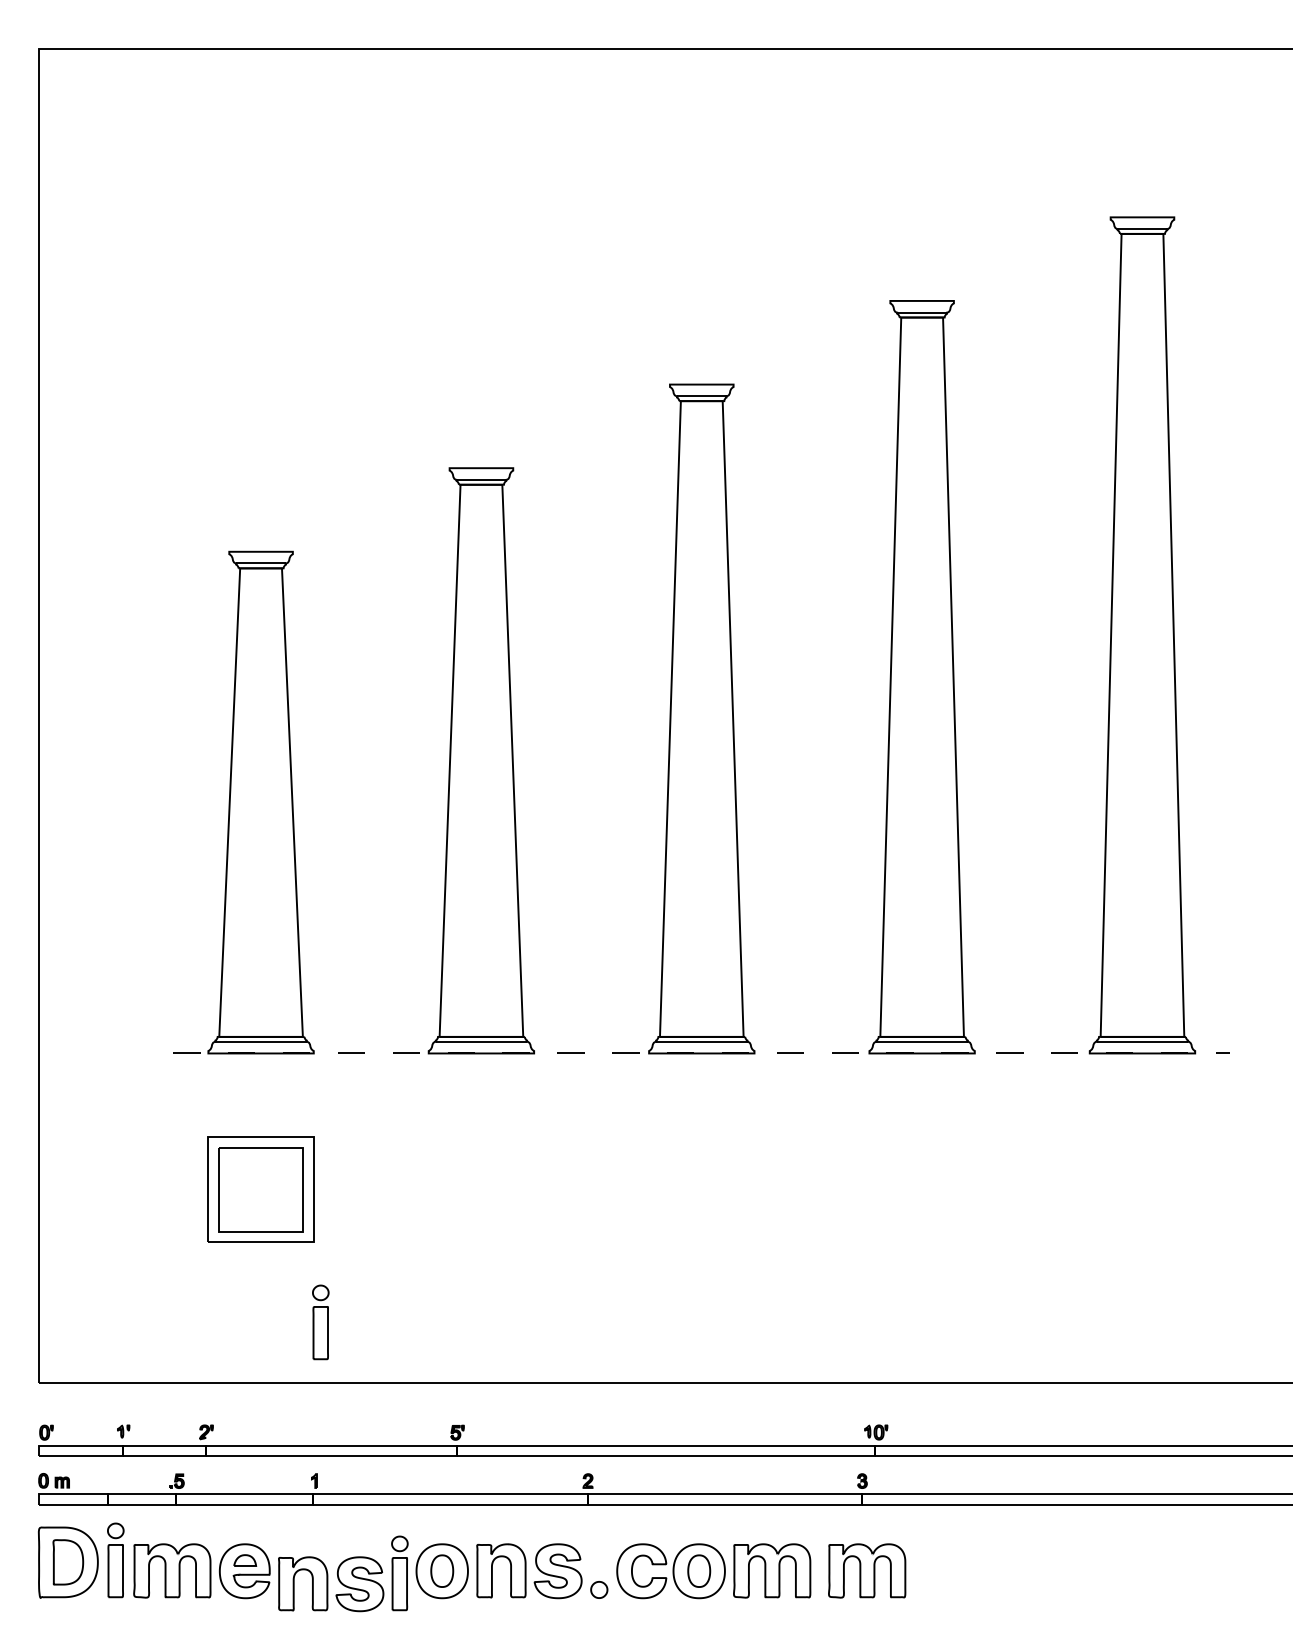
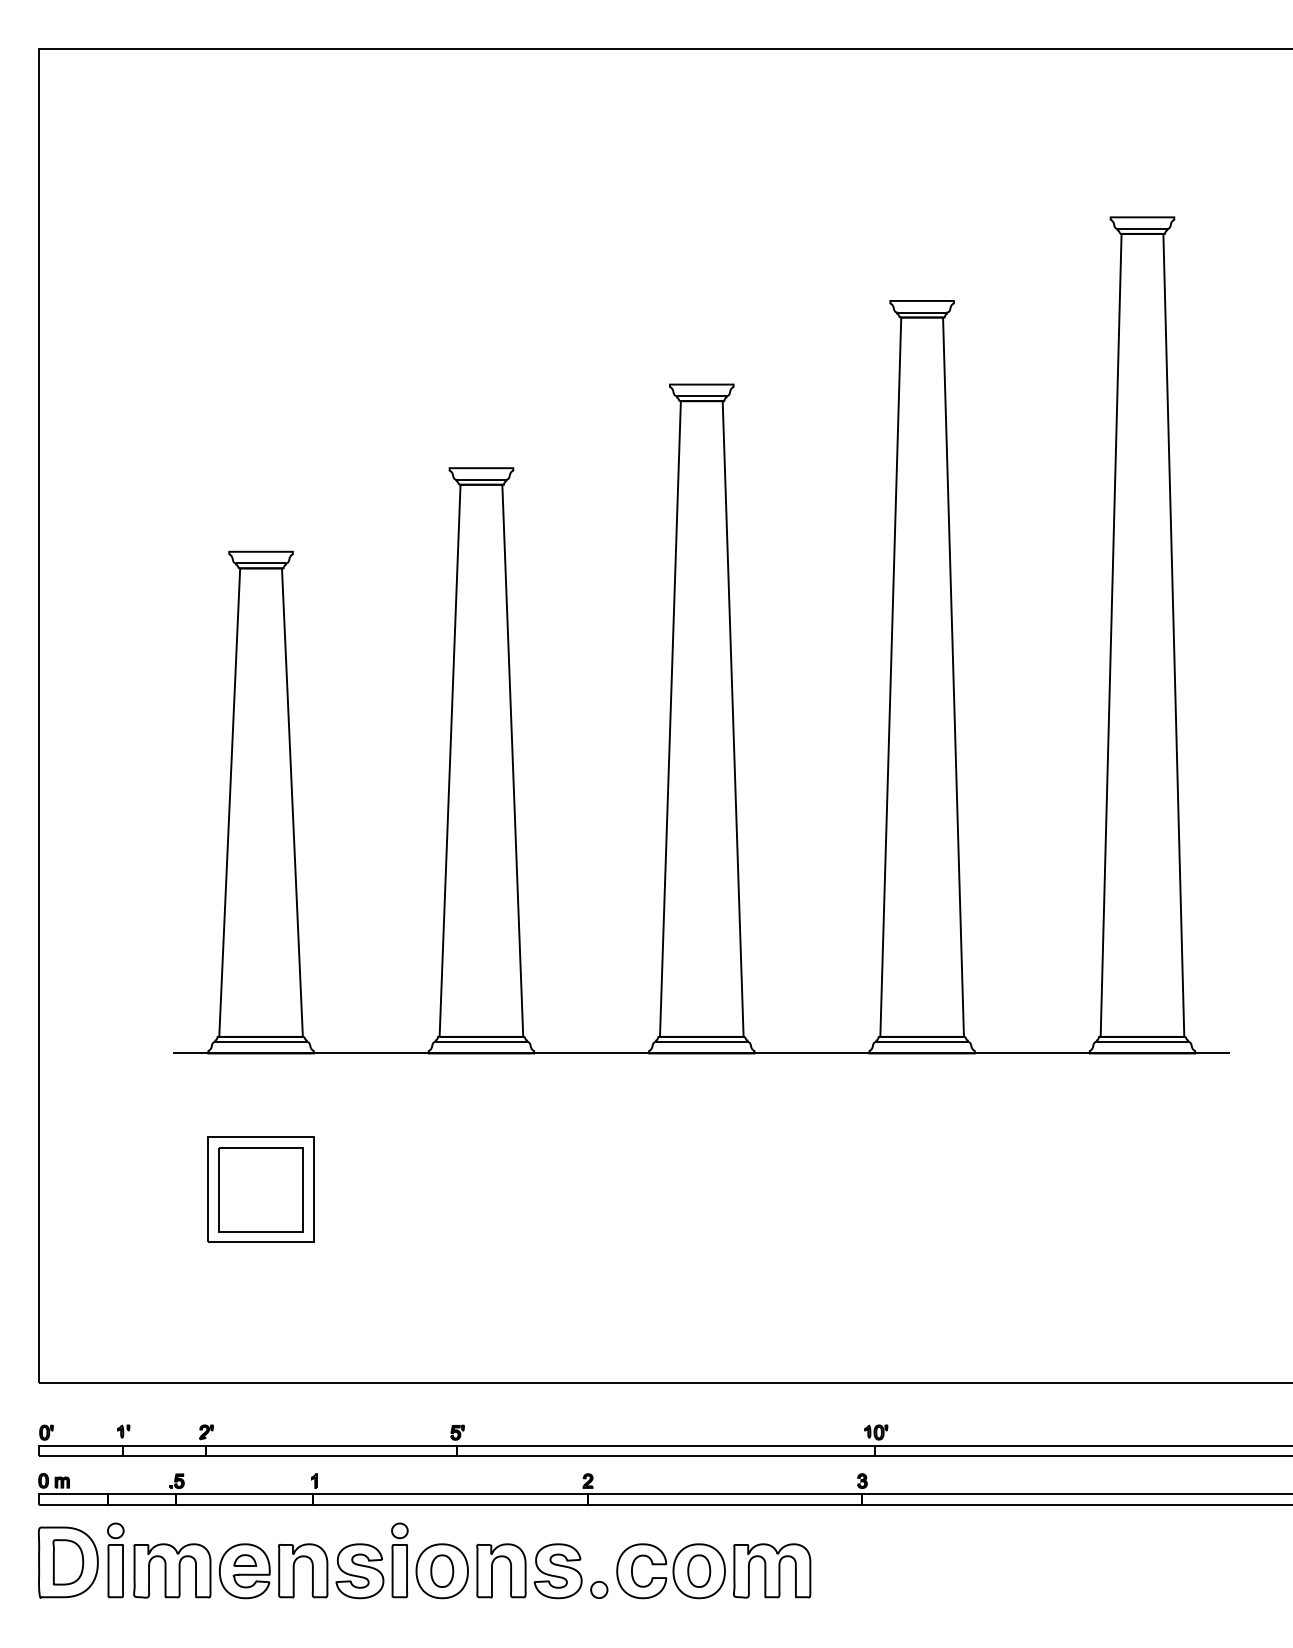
line at (701, 1053): dashed -> solid
part at (320, 1322): present -> none
part at (867, 1570): present -> none
part at (343, 1573) position: (343, 1573) -> (343, 1560)
